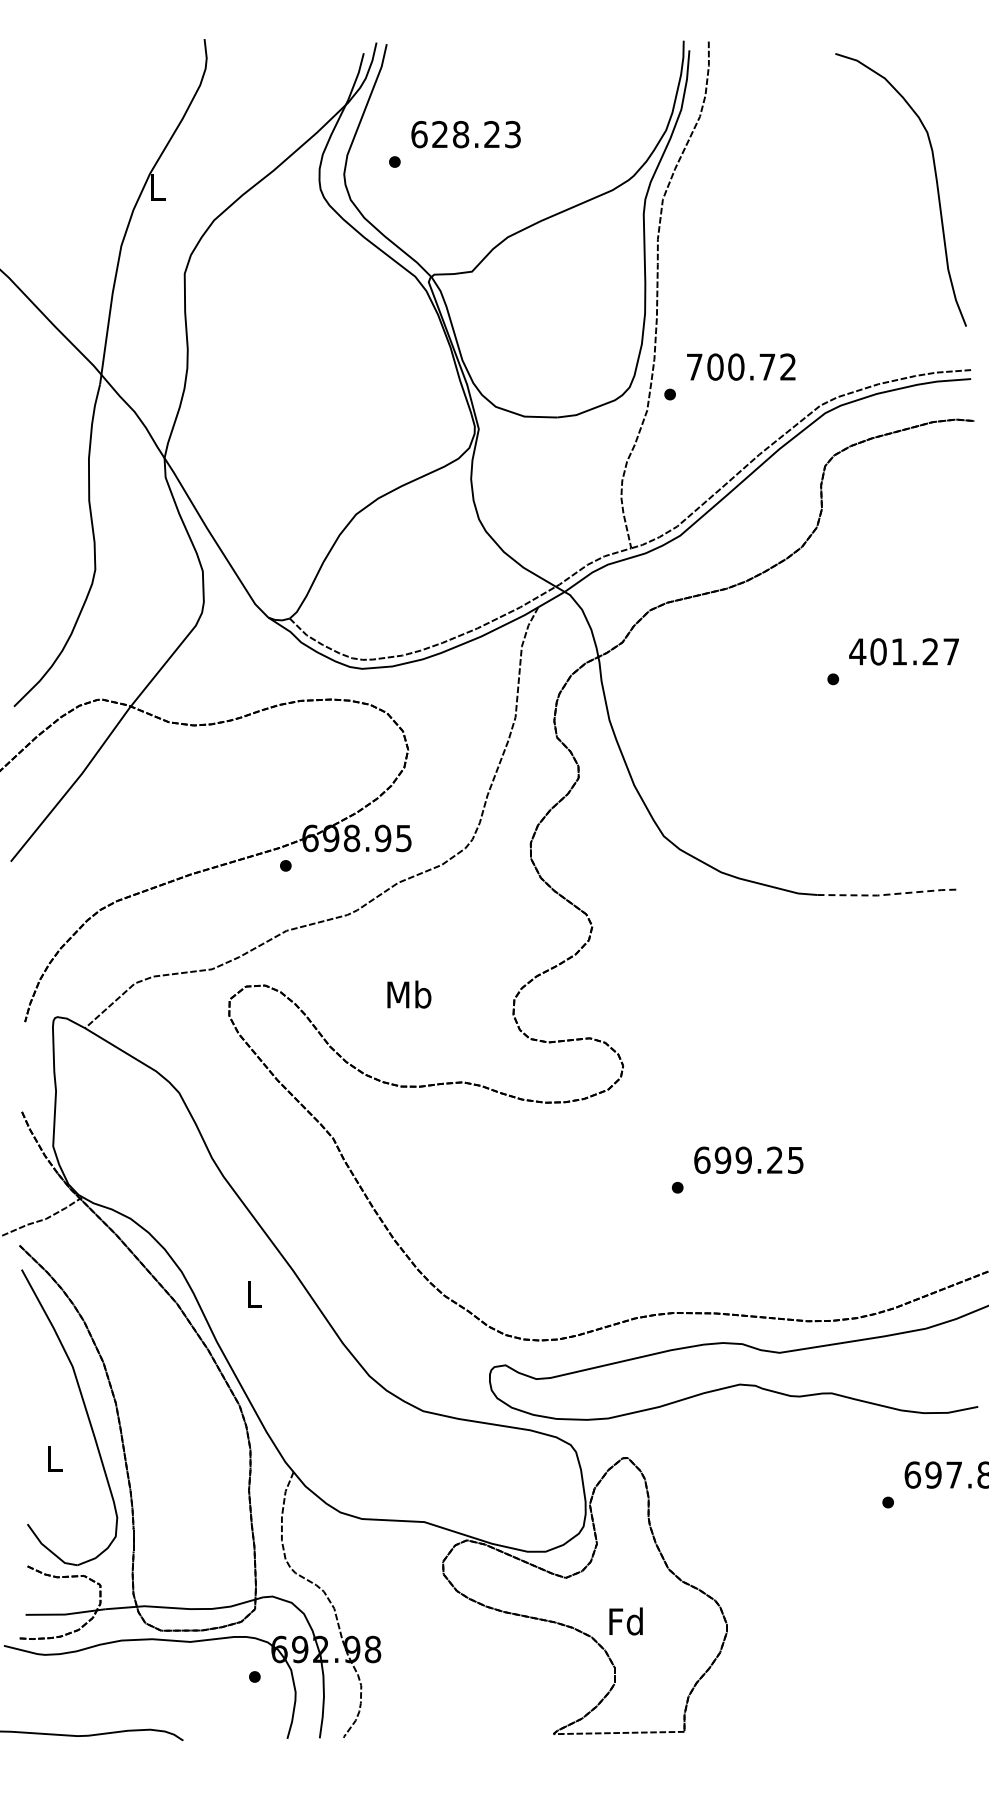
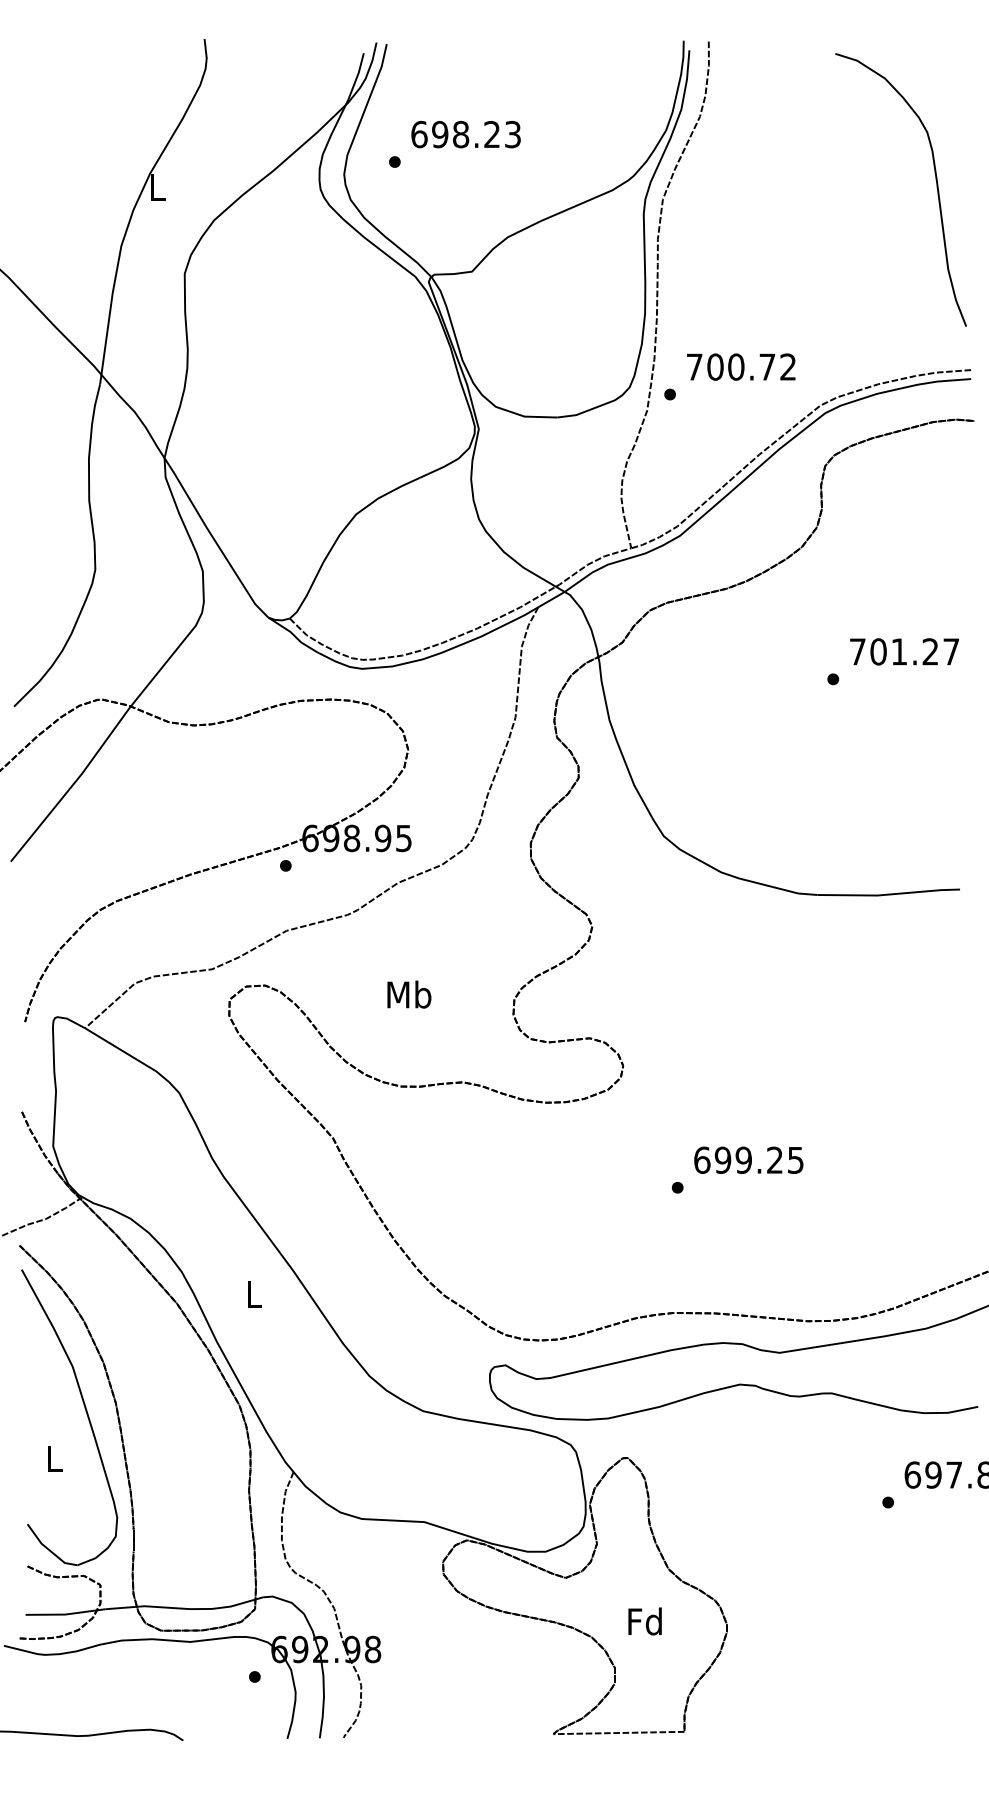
text at (440, 134): 628.23 -> 698.23
text at (857, 651): 401.27 -> 701.27
line at (889, 894): dashed -> solid
text at (625, 1621) position: (625, 1621) -> (644, 1621)
